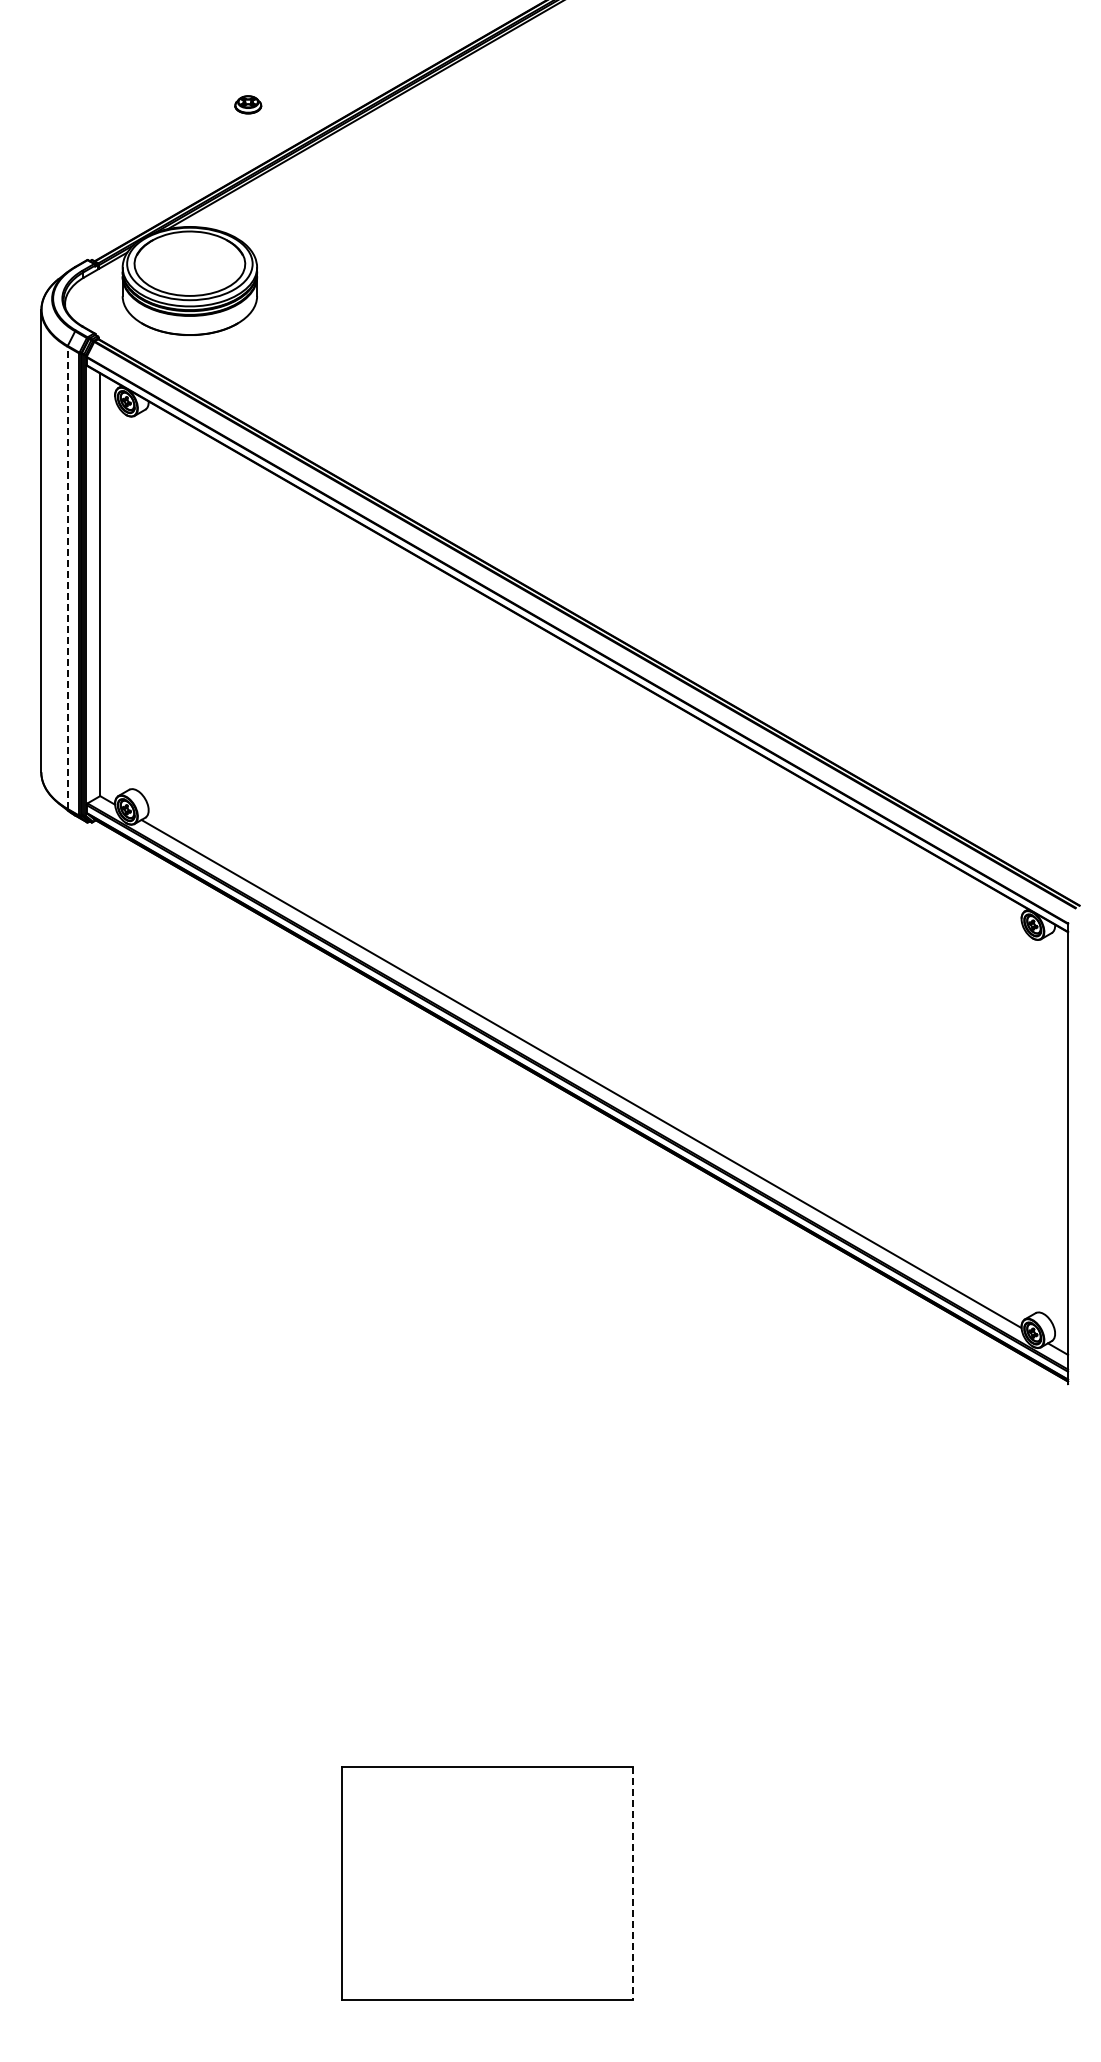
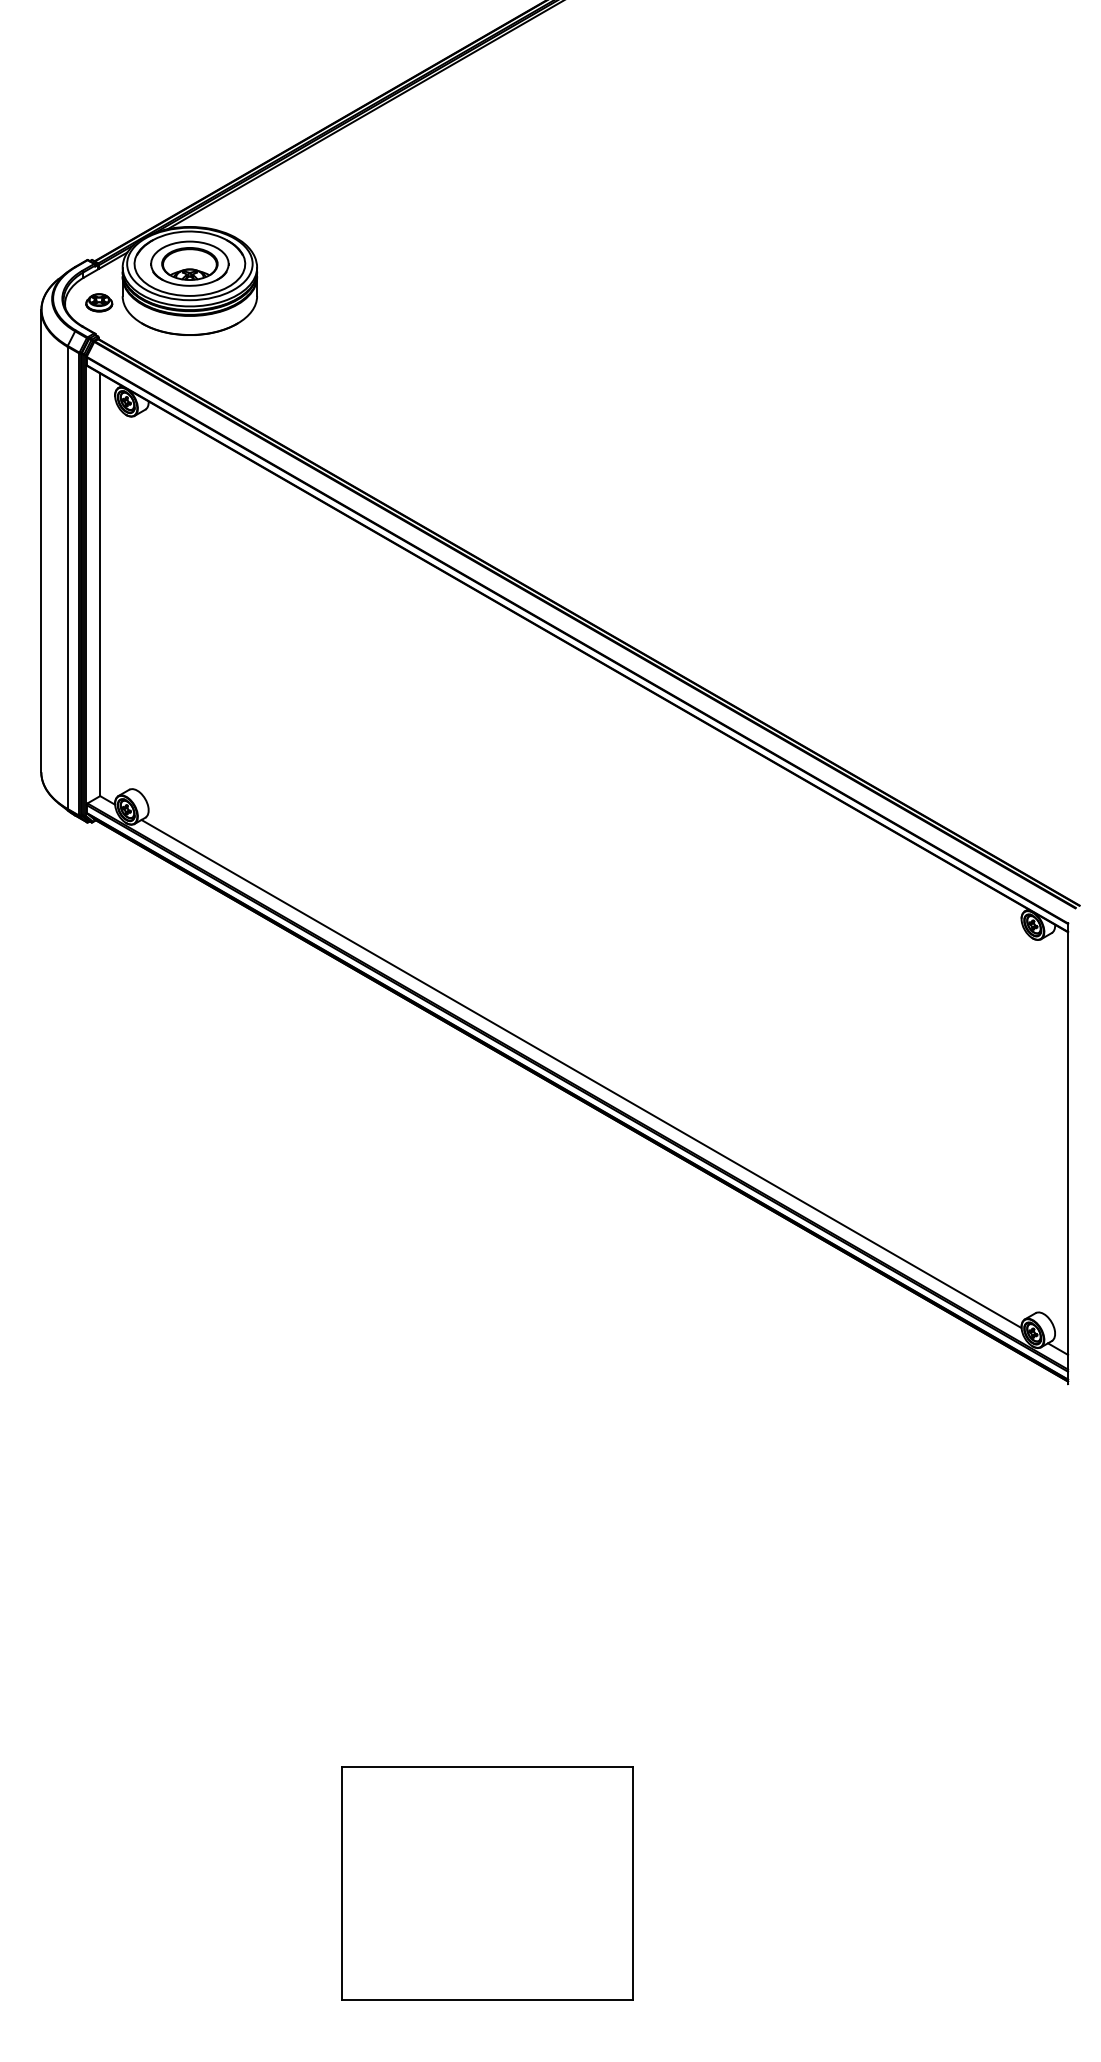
part at (248, 104) position: (248, 104) -> (99, 302)
part at (189, 263): none -> present
line at (67, 577): dashed -> solid
line at (633, 1883): dashed -> solid
